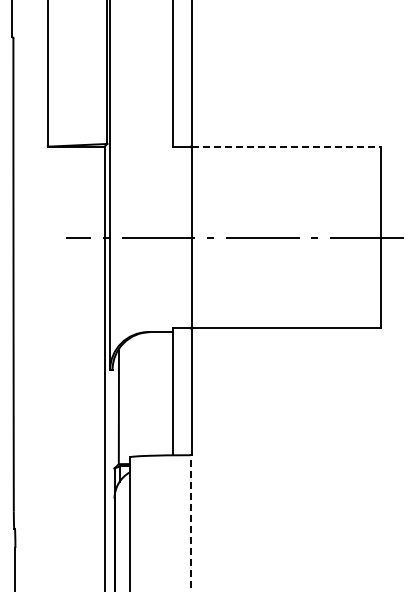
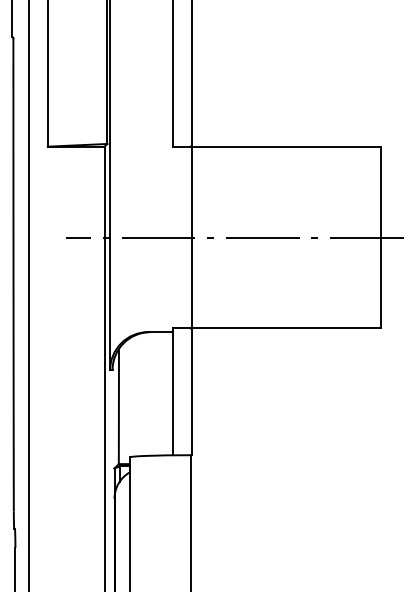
line at (286, 146): dashed -> solid
line at (28, 295): none -> present
line at (190, 523): dashed -> solid
